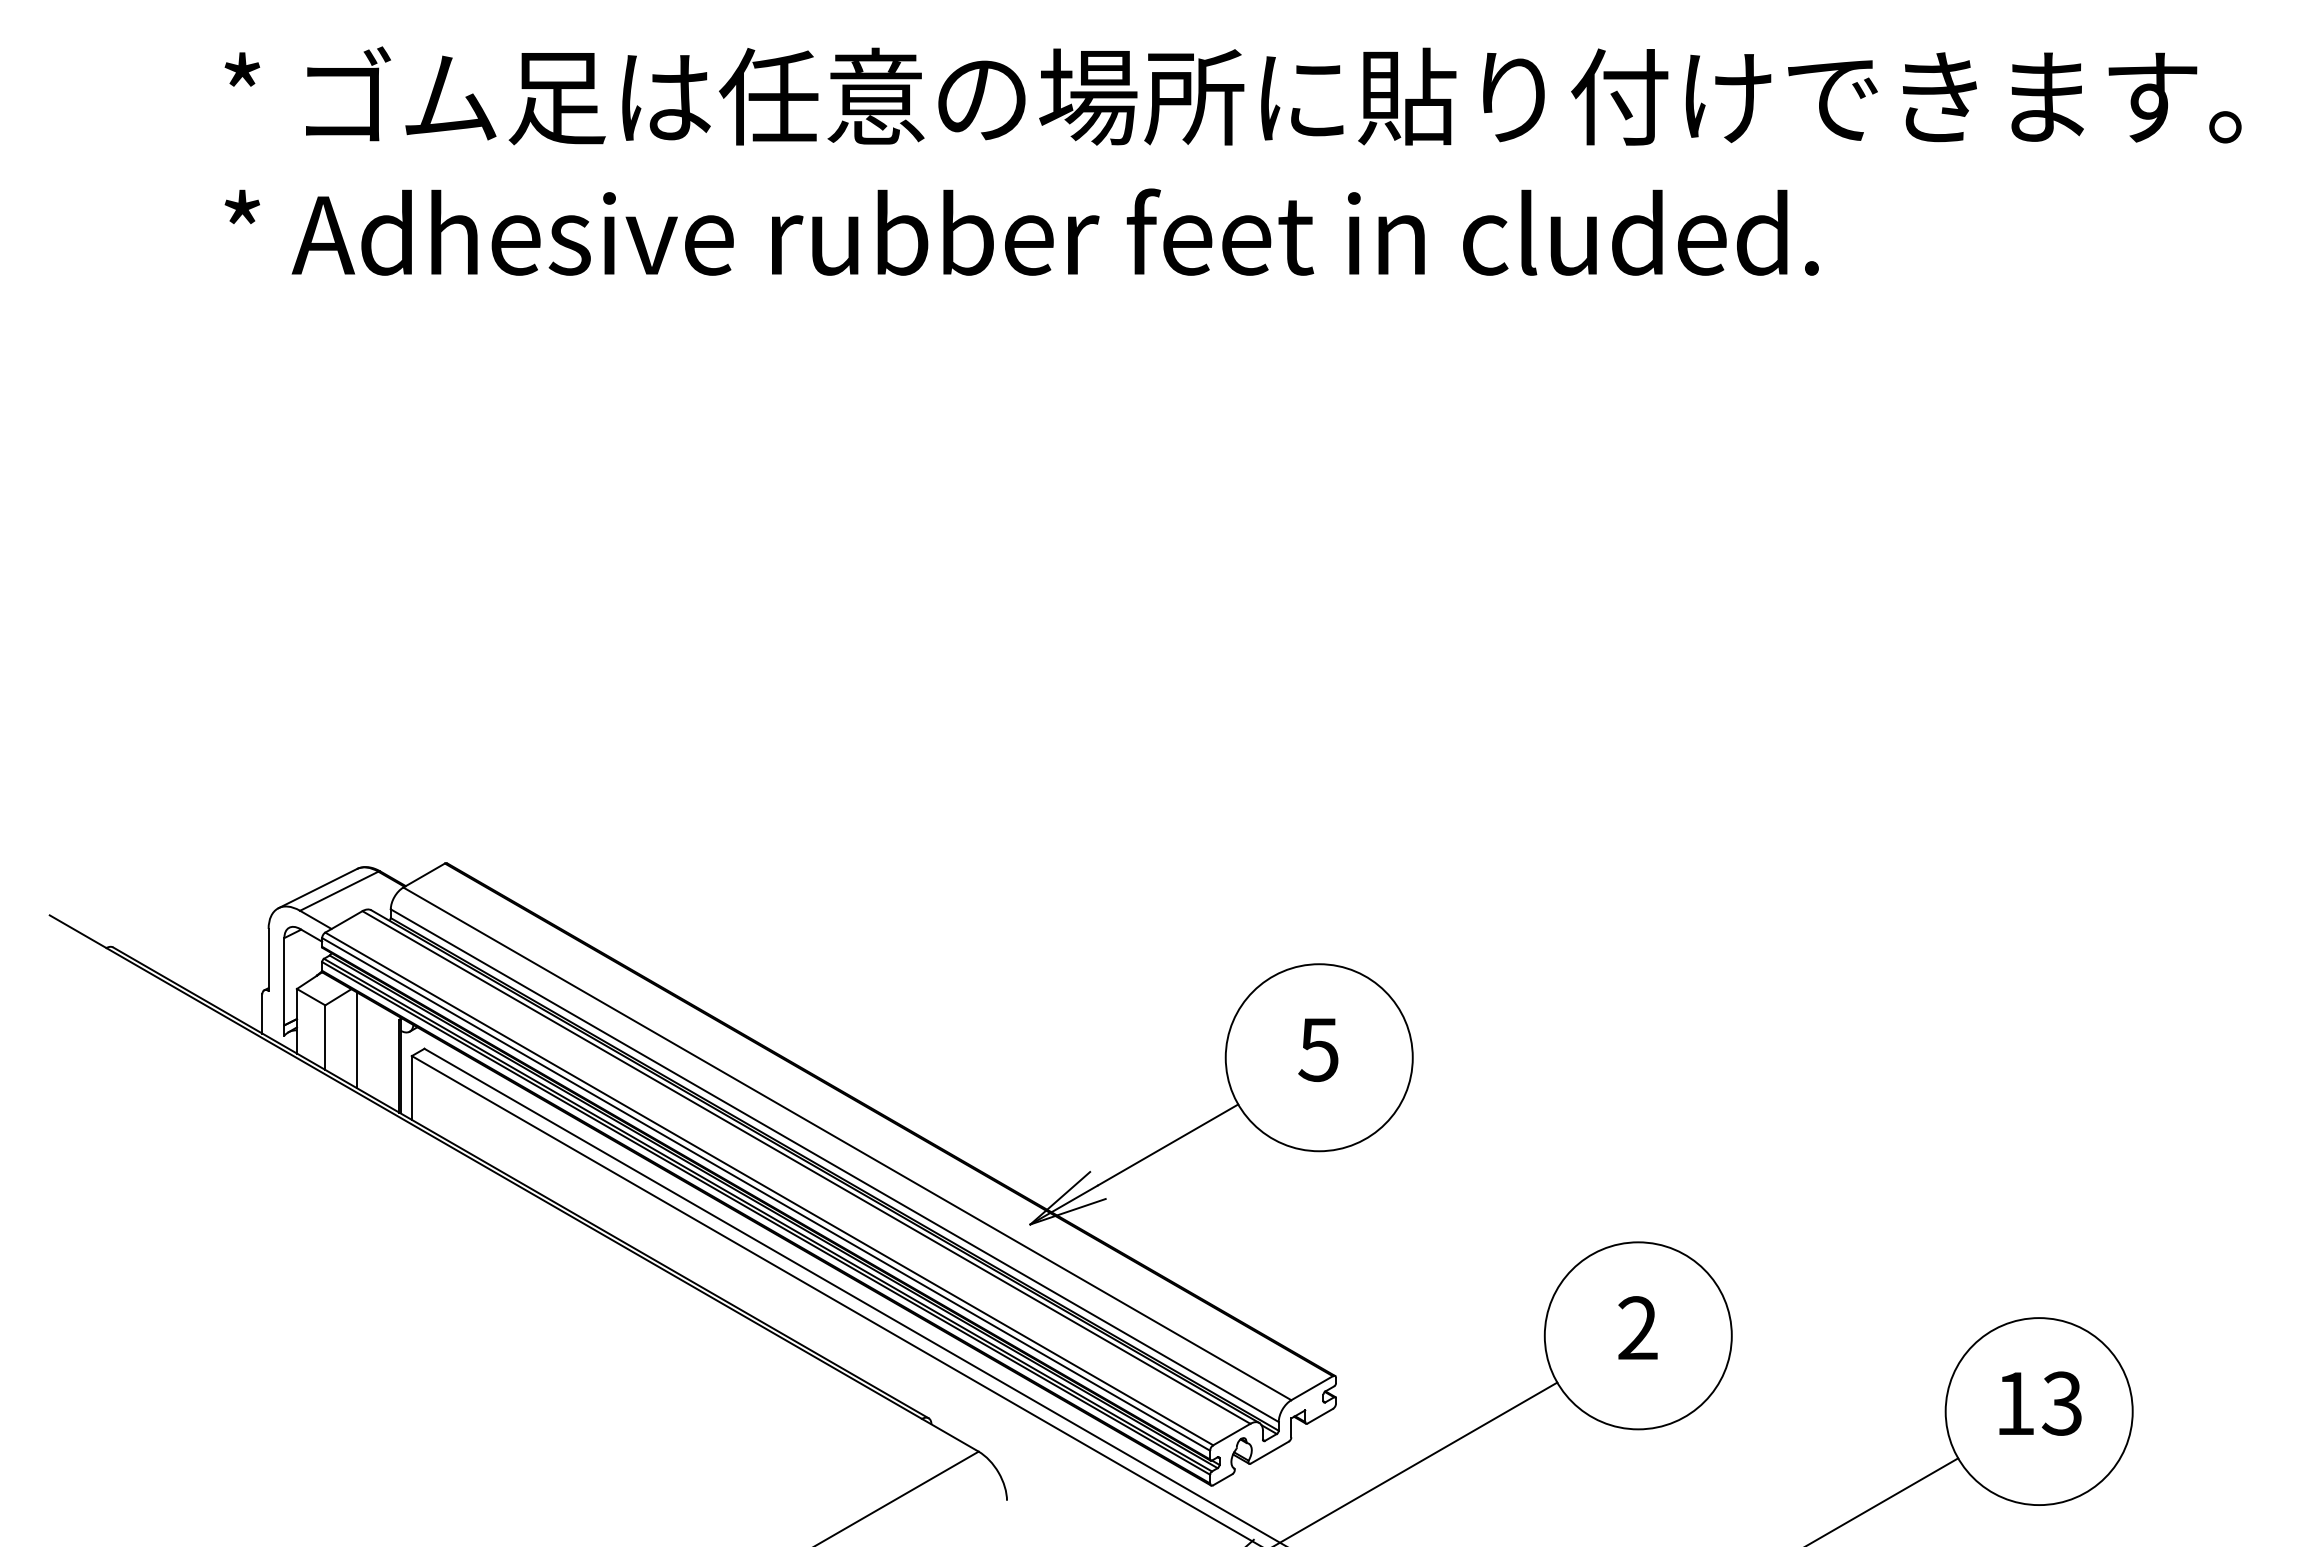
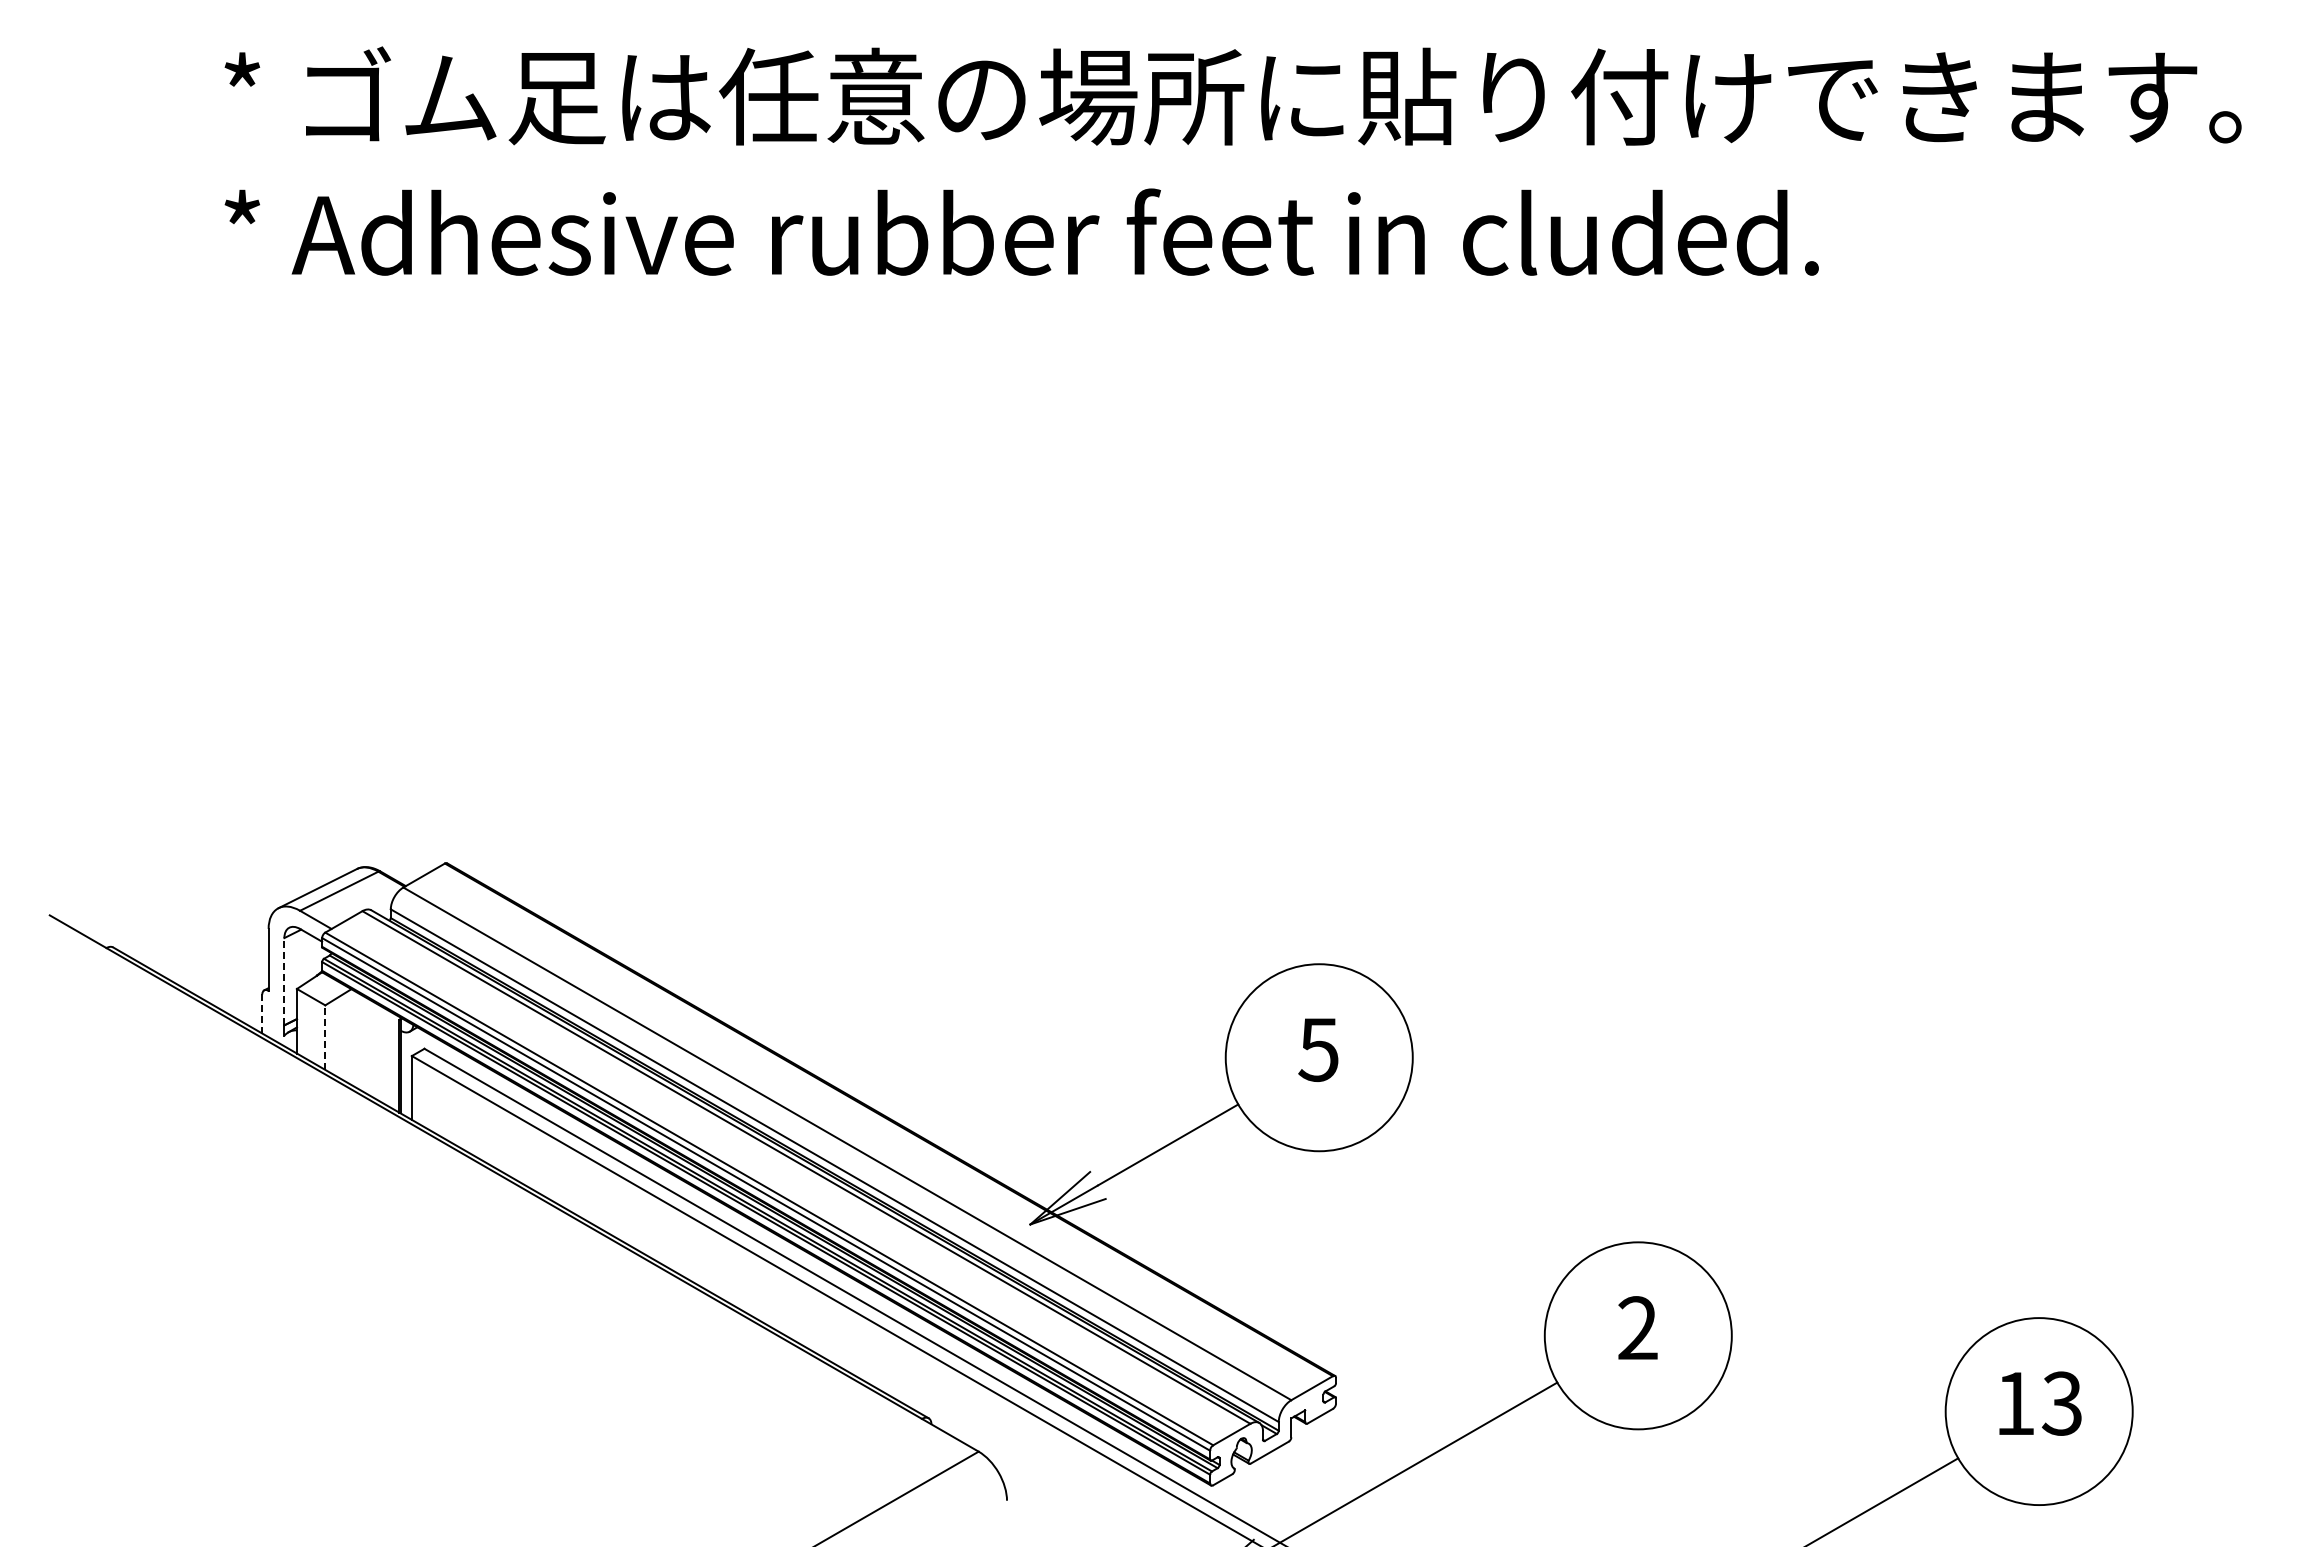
line at (284, 981): solid -> dashed
line at (262, 1013): solid -> dashed
line at (325, 1037): solid -> dashed
line at (356, 1040): present -> none
